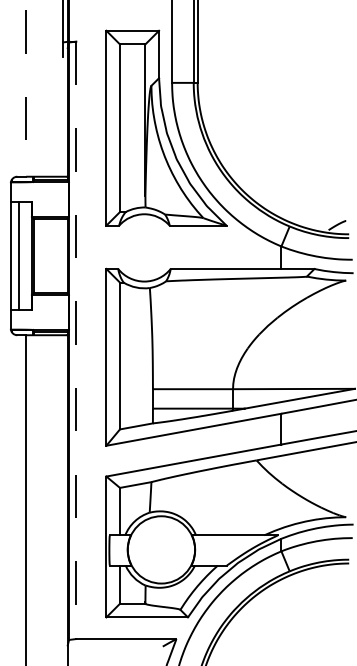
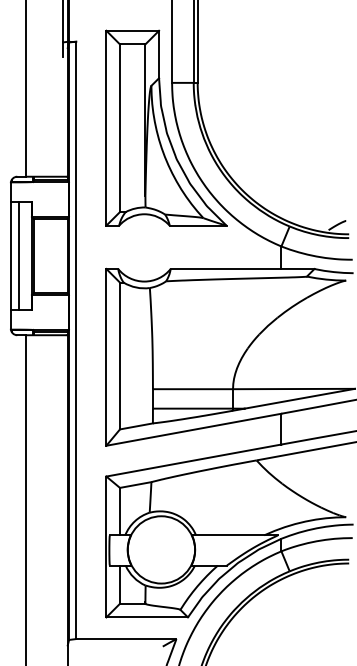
line at (26, 88): dashed -> solid
line at (76, 340): dashed -> solid
